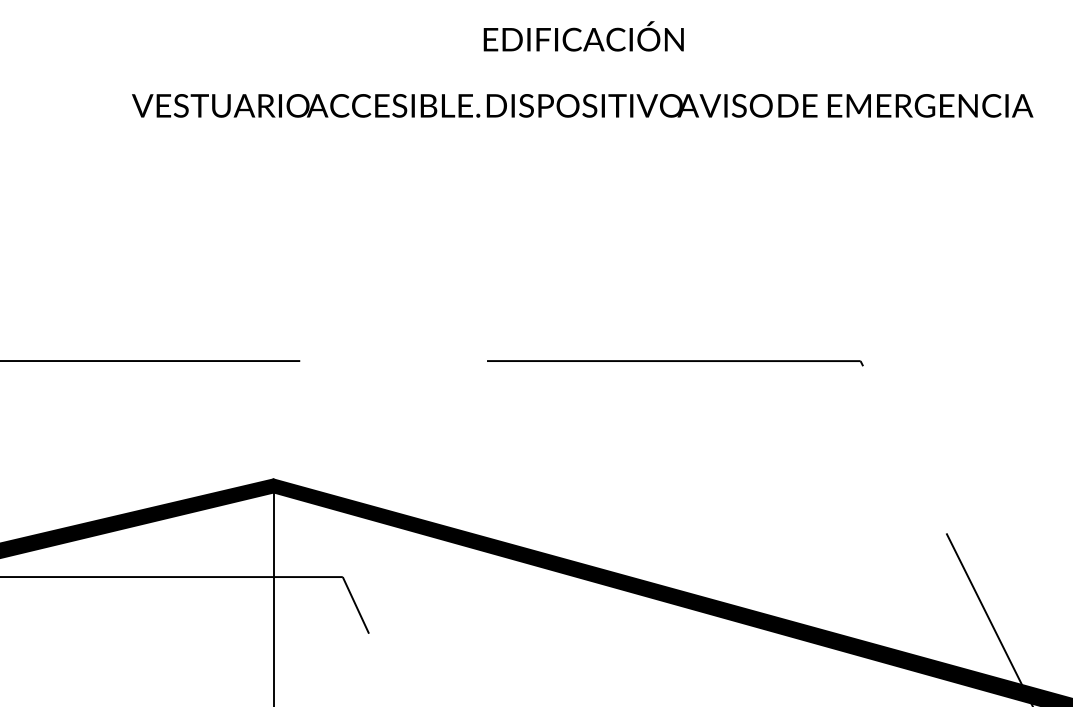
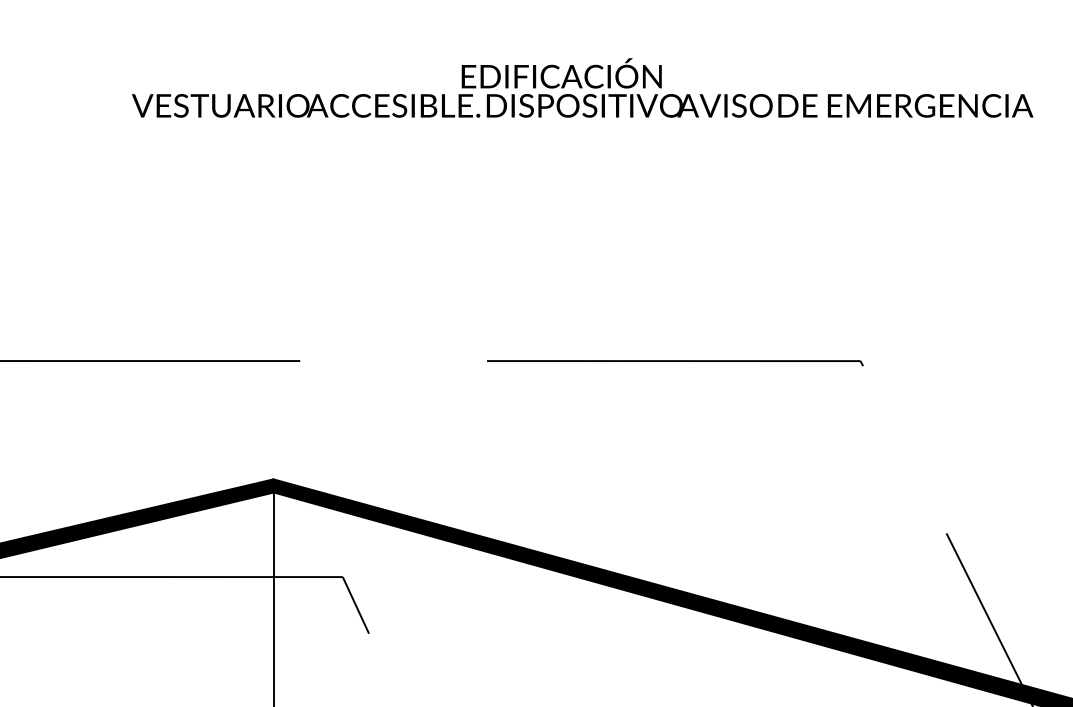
text at (583, 36) position: (583, 36) -> (561, 73)
